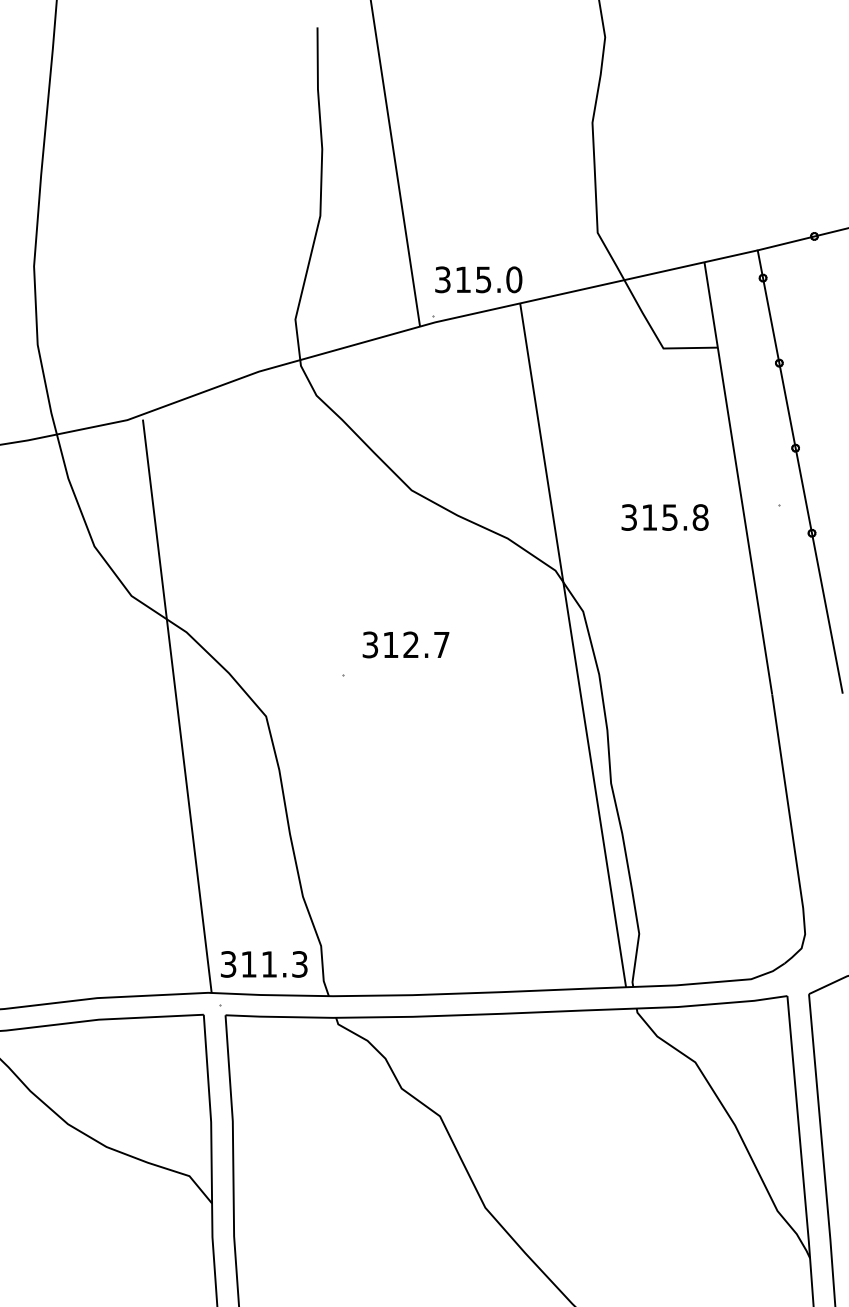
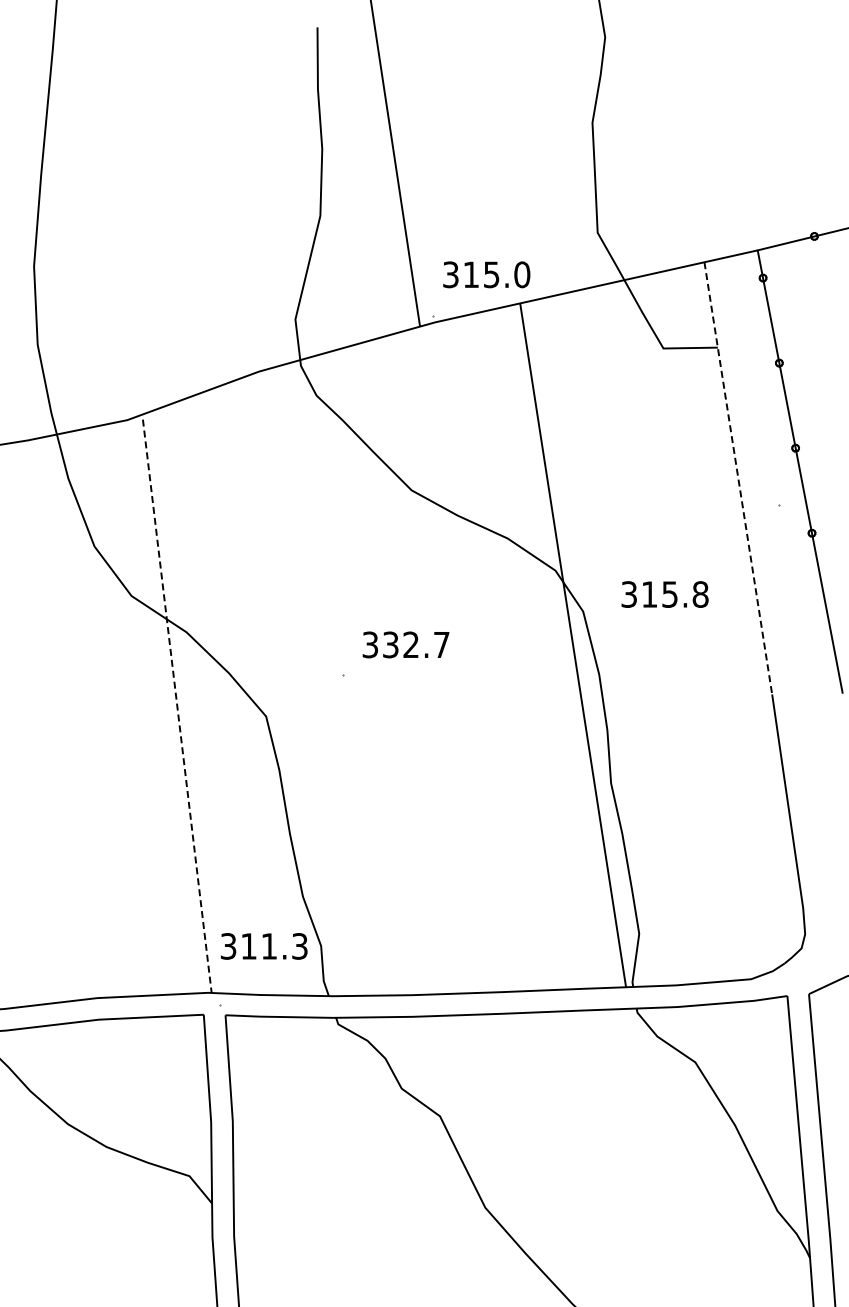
text at (478, 279) position: (478, 279) -> (486, 274)
line at (738, 478): solid -> dashed
text at (664, 517) position: (664, 517) -> (664, 594)
text at (390, 644): 312.7 -> 332.7
line at (177, 706): solid -> dashed
text at (264, 964) position: (264, 964) -> (264, 946)
